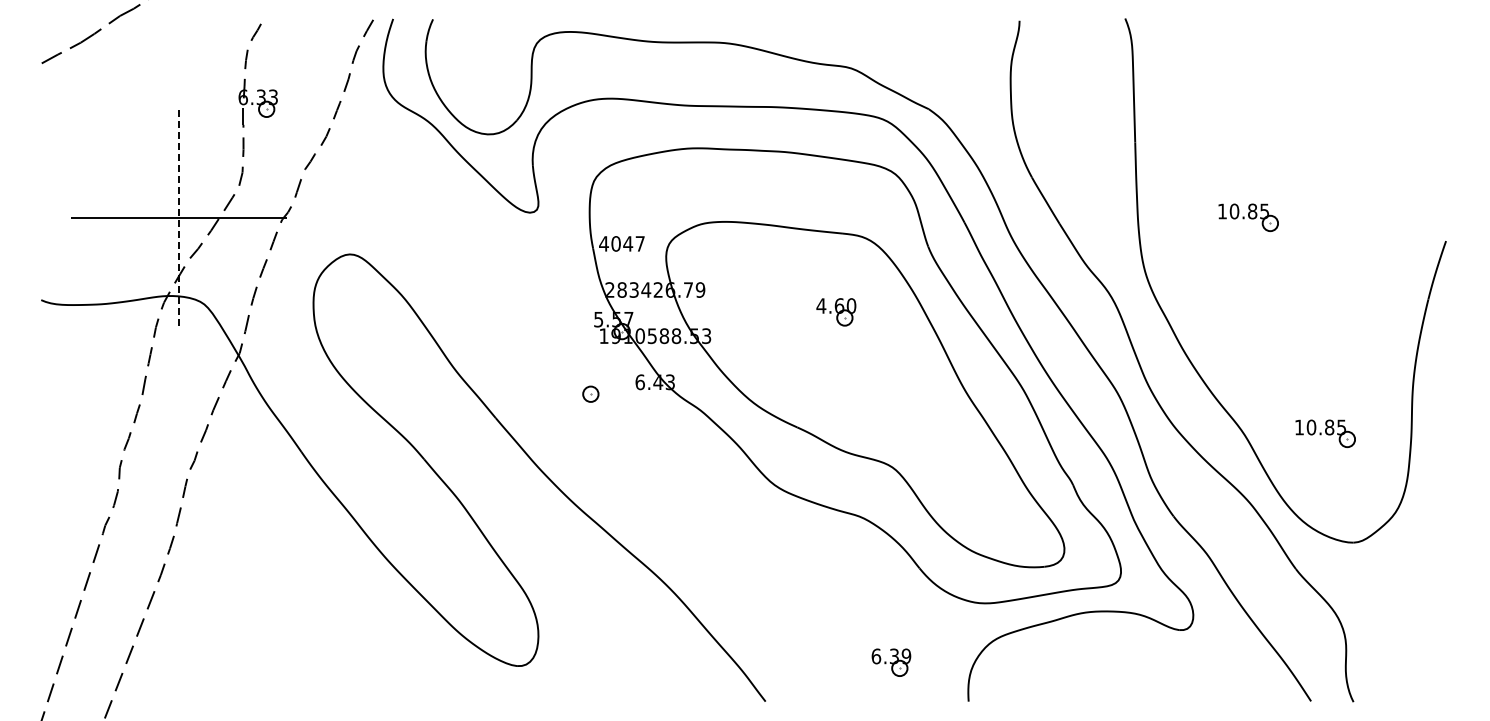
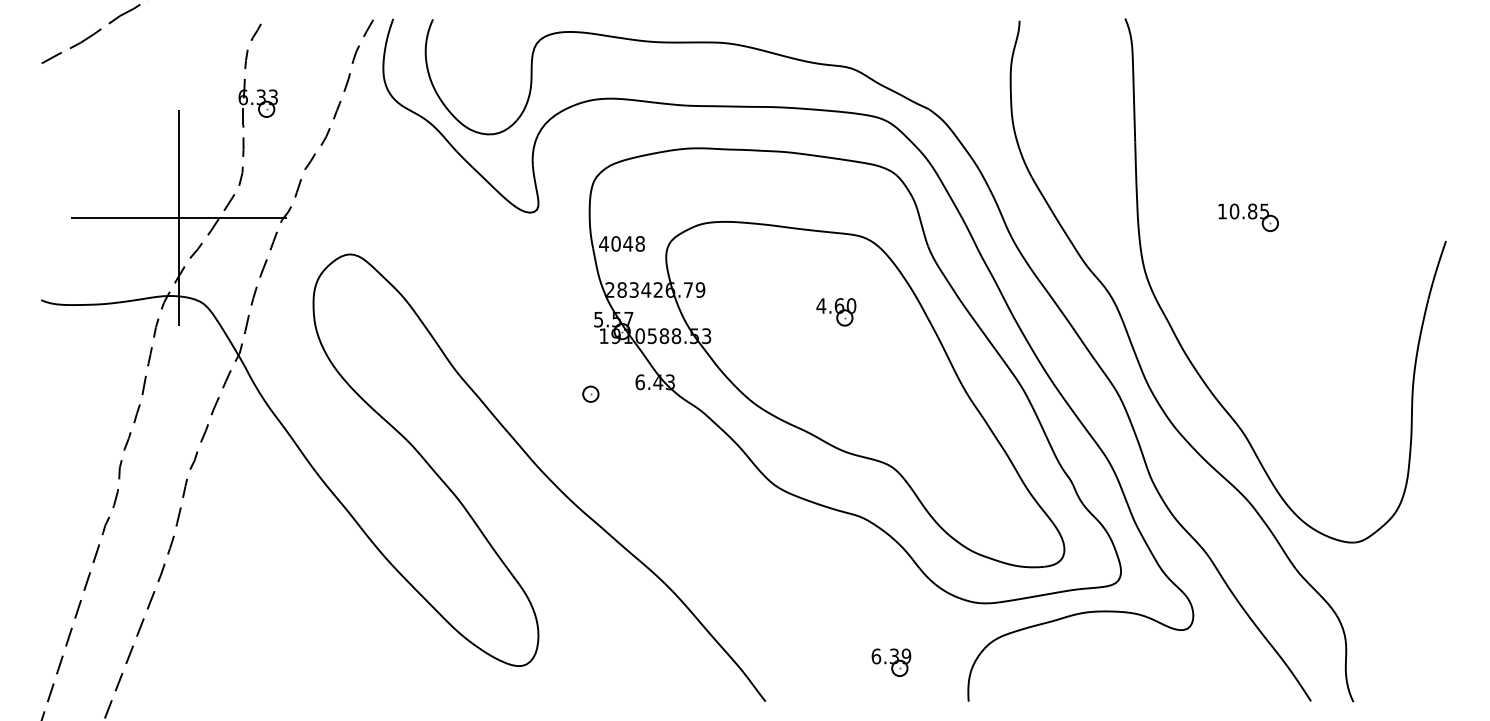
line at (178, 217): dashed -> solid
text at (639, 243): 4047 -> 4048
part at (1325, 433): present -> none
